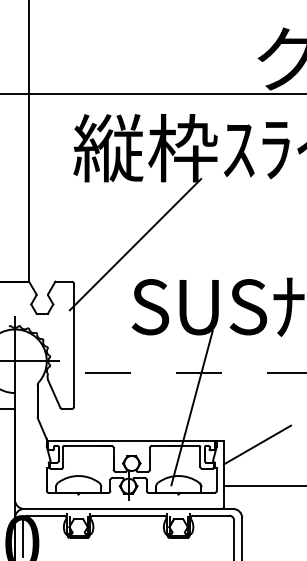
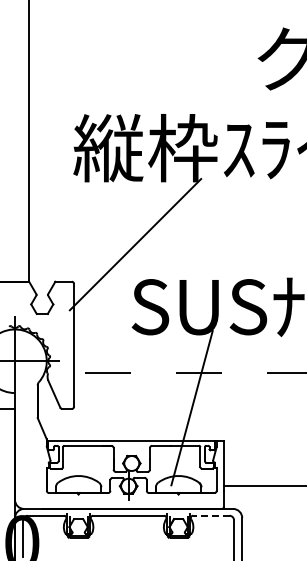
line at (152, 94): present -> none
line at (257, 444): present -> none
line at (210, 515): solid -> dashed
